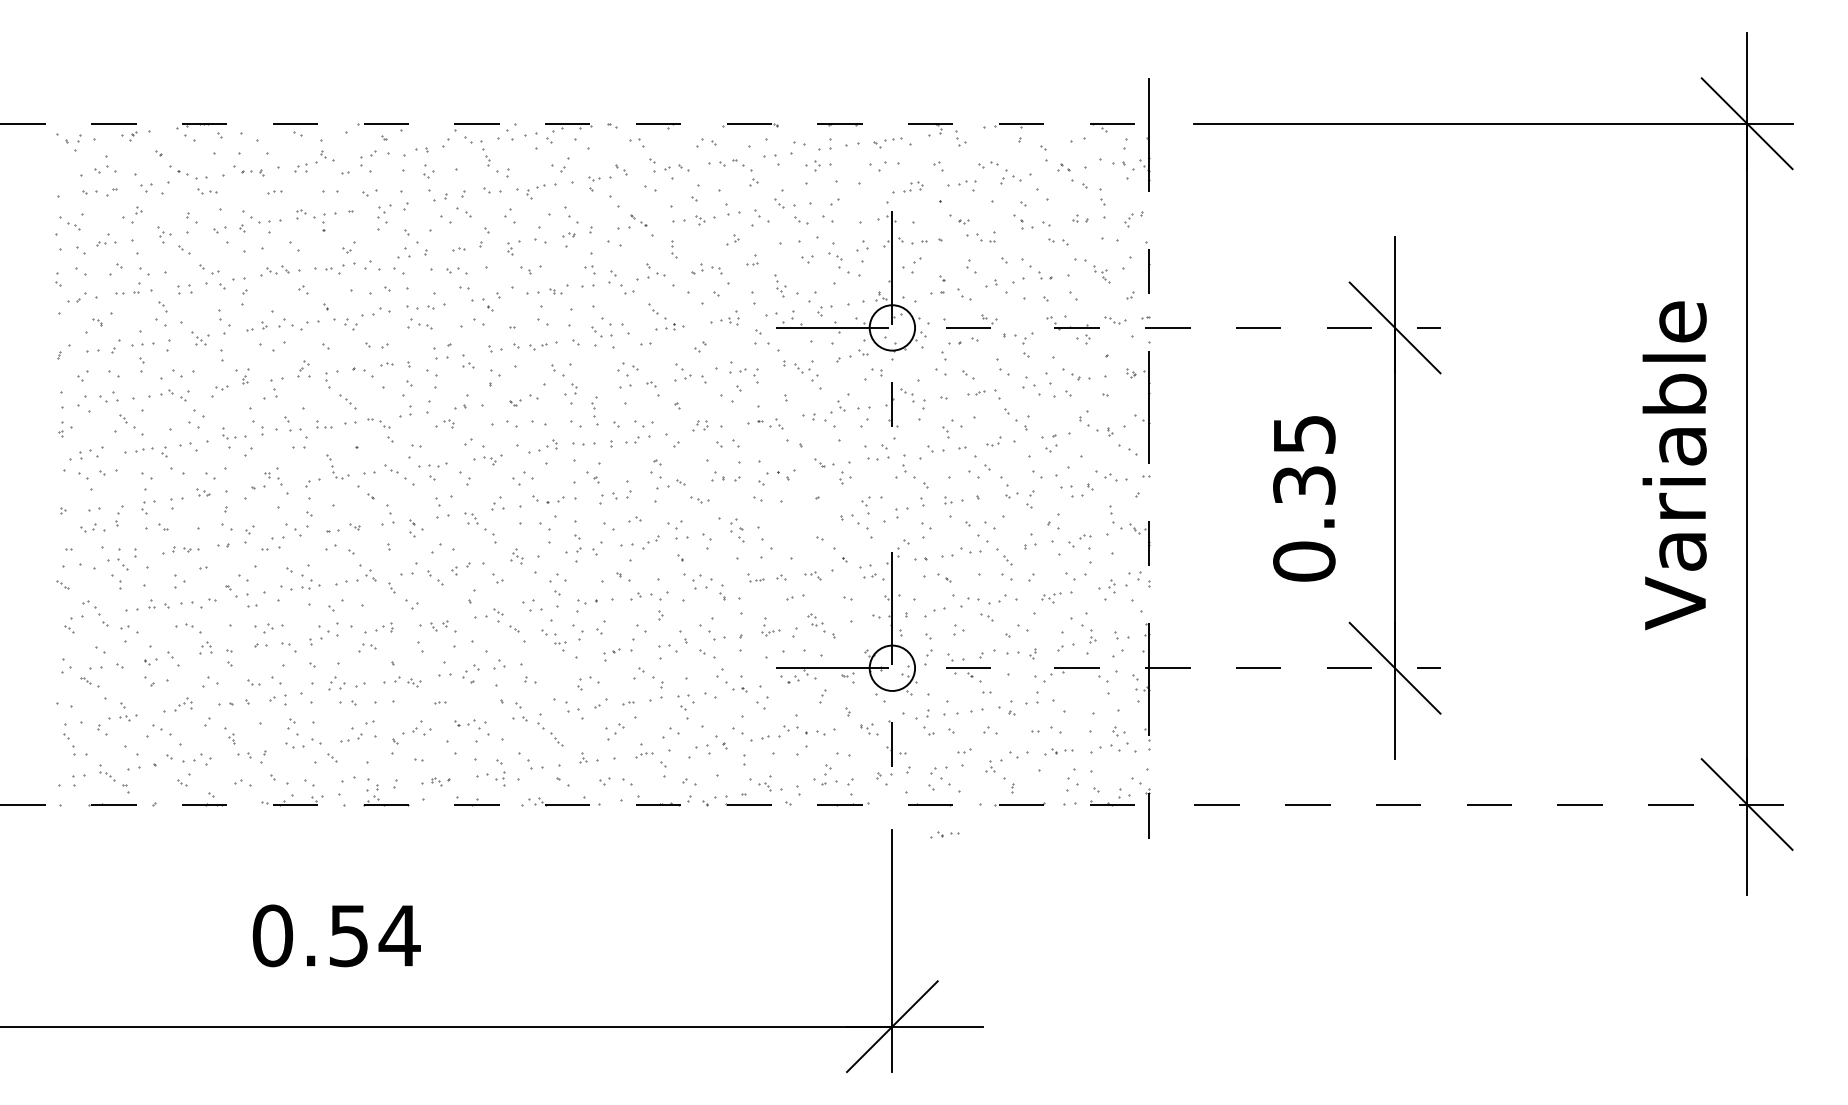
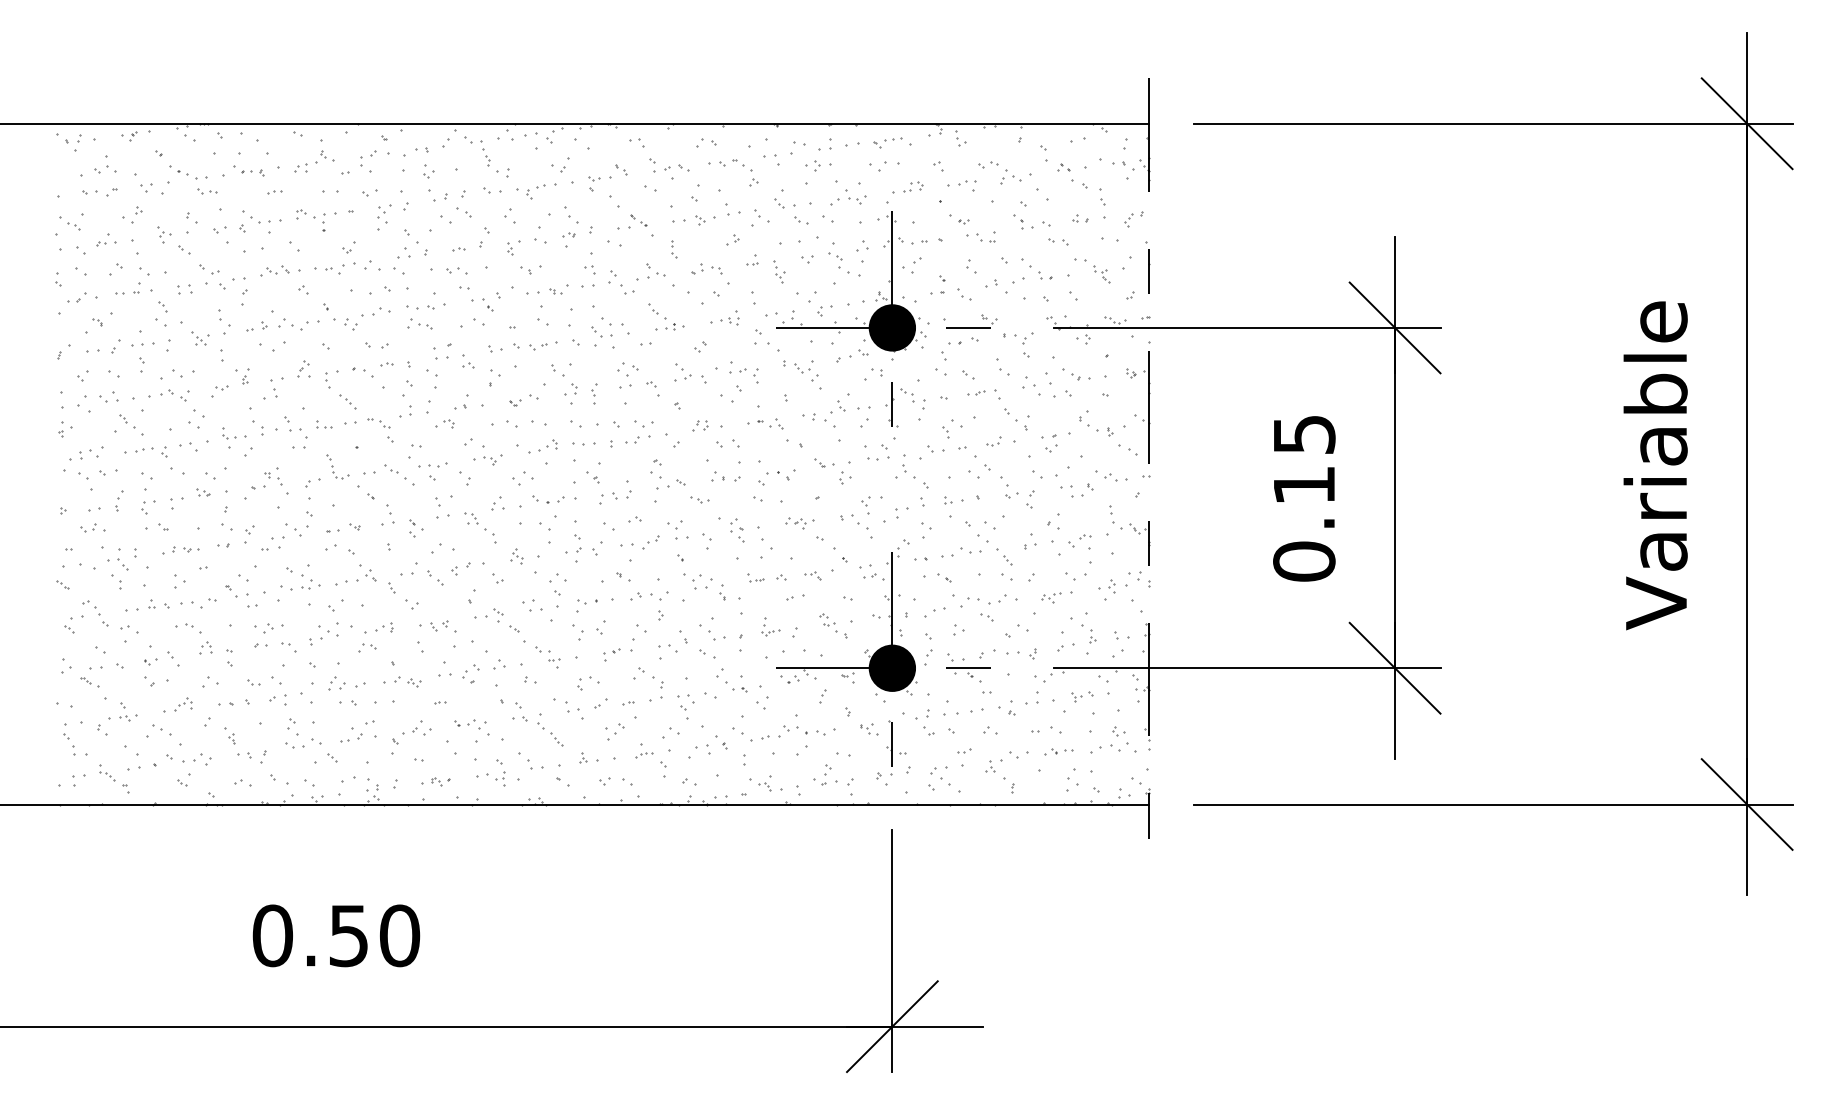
line at (575, 123): dashed -> solid
part at (855, 196): none -> present
part at (780, 285) position: (780, 285) -> (779, 271)
fill at (892, 327): none -> present
line at (1247, 327): dashed -> solid
part at (594, 406) position: (594, 406) -> (594, 393)
text at (1674, 465) position: (1674, 465) -> (1655, 465)
text at (1304, 485): 0.35 -> 0.15
part at (119, 515) position: (119, 515) -> (119, 500)
part at (799, 523): none -> present
part at (821, 625) position: (821, 625) -> (833, 625)
part at (553, 640) position: (553, 640) -> (547, 657)
fill at (892, 667): none -> present
line at (1247, 668): dashed -> solid
part at (1082, 696): none -> present
line at (575, 804): dashed -> solid
line at (1493, 804): dashed -> solid
part at (944, 834): present -> none
text at (399, 935): 0.54 -> 0.50
